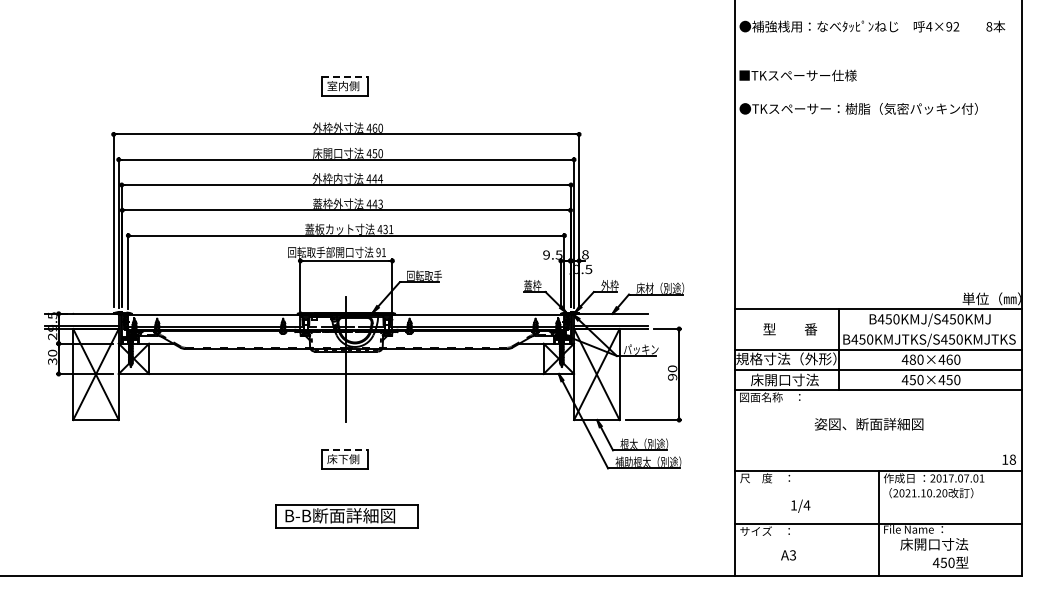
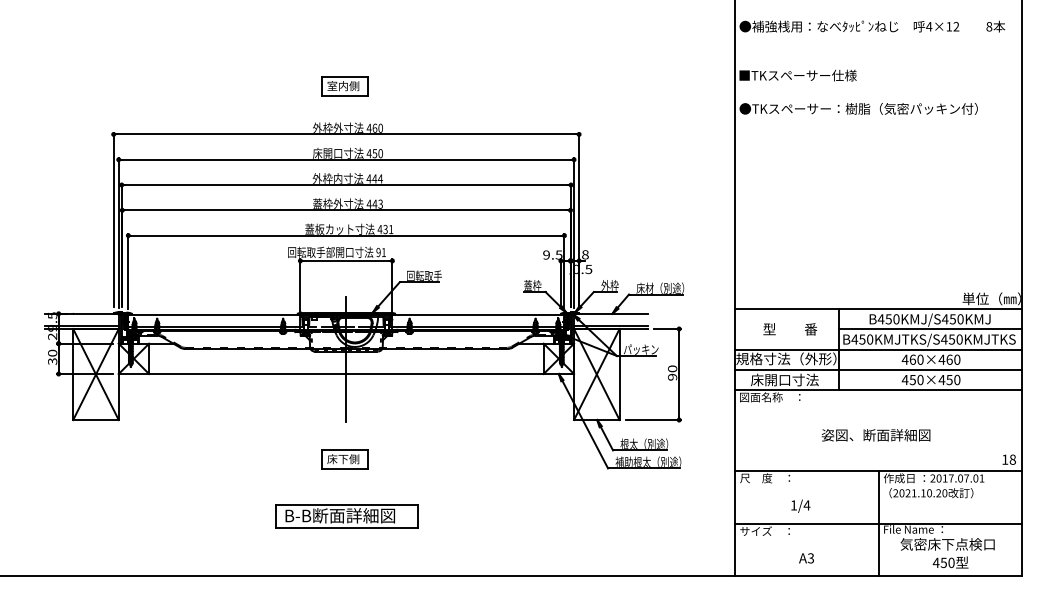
text at (949, 26): 4×92 -> 4×12
line at (345, 76): dashed -> solid
line at (930, 329): none -> present
text at (912, 359): 480×460 -> 460×460
text at (868, 424) position: (868, 424) -> (875, 435)
line at (345, 450): dashed -> solid
text at (947, 544): 床開口寸法 -> 気密床下点検口
text at (788, 555) position: (788, 555) -> (806, 558)
